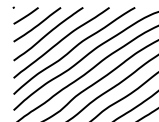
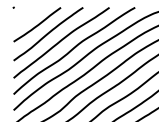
line at (25, 15): present -> none
